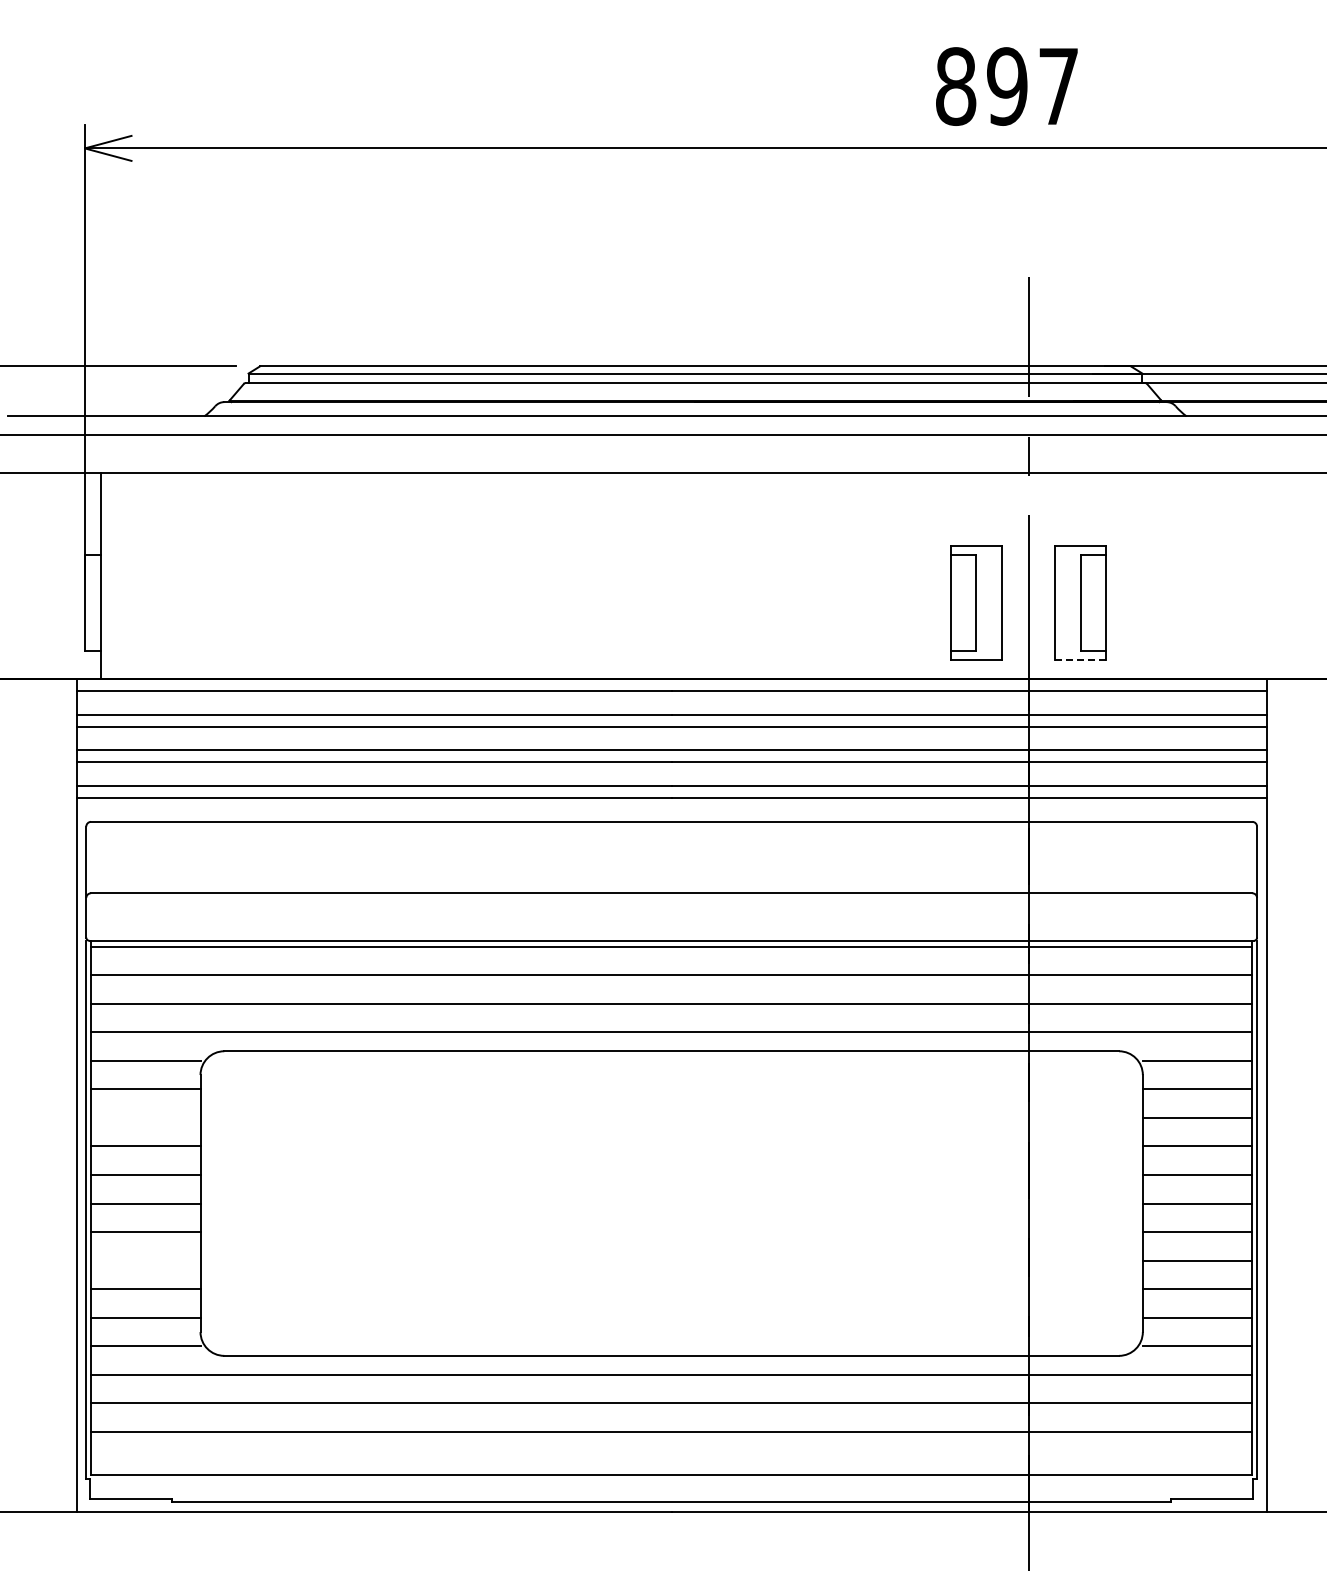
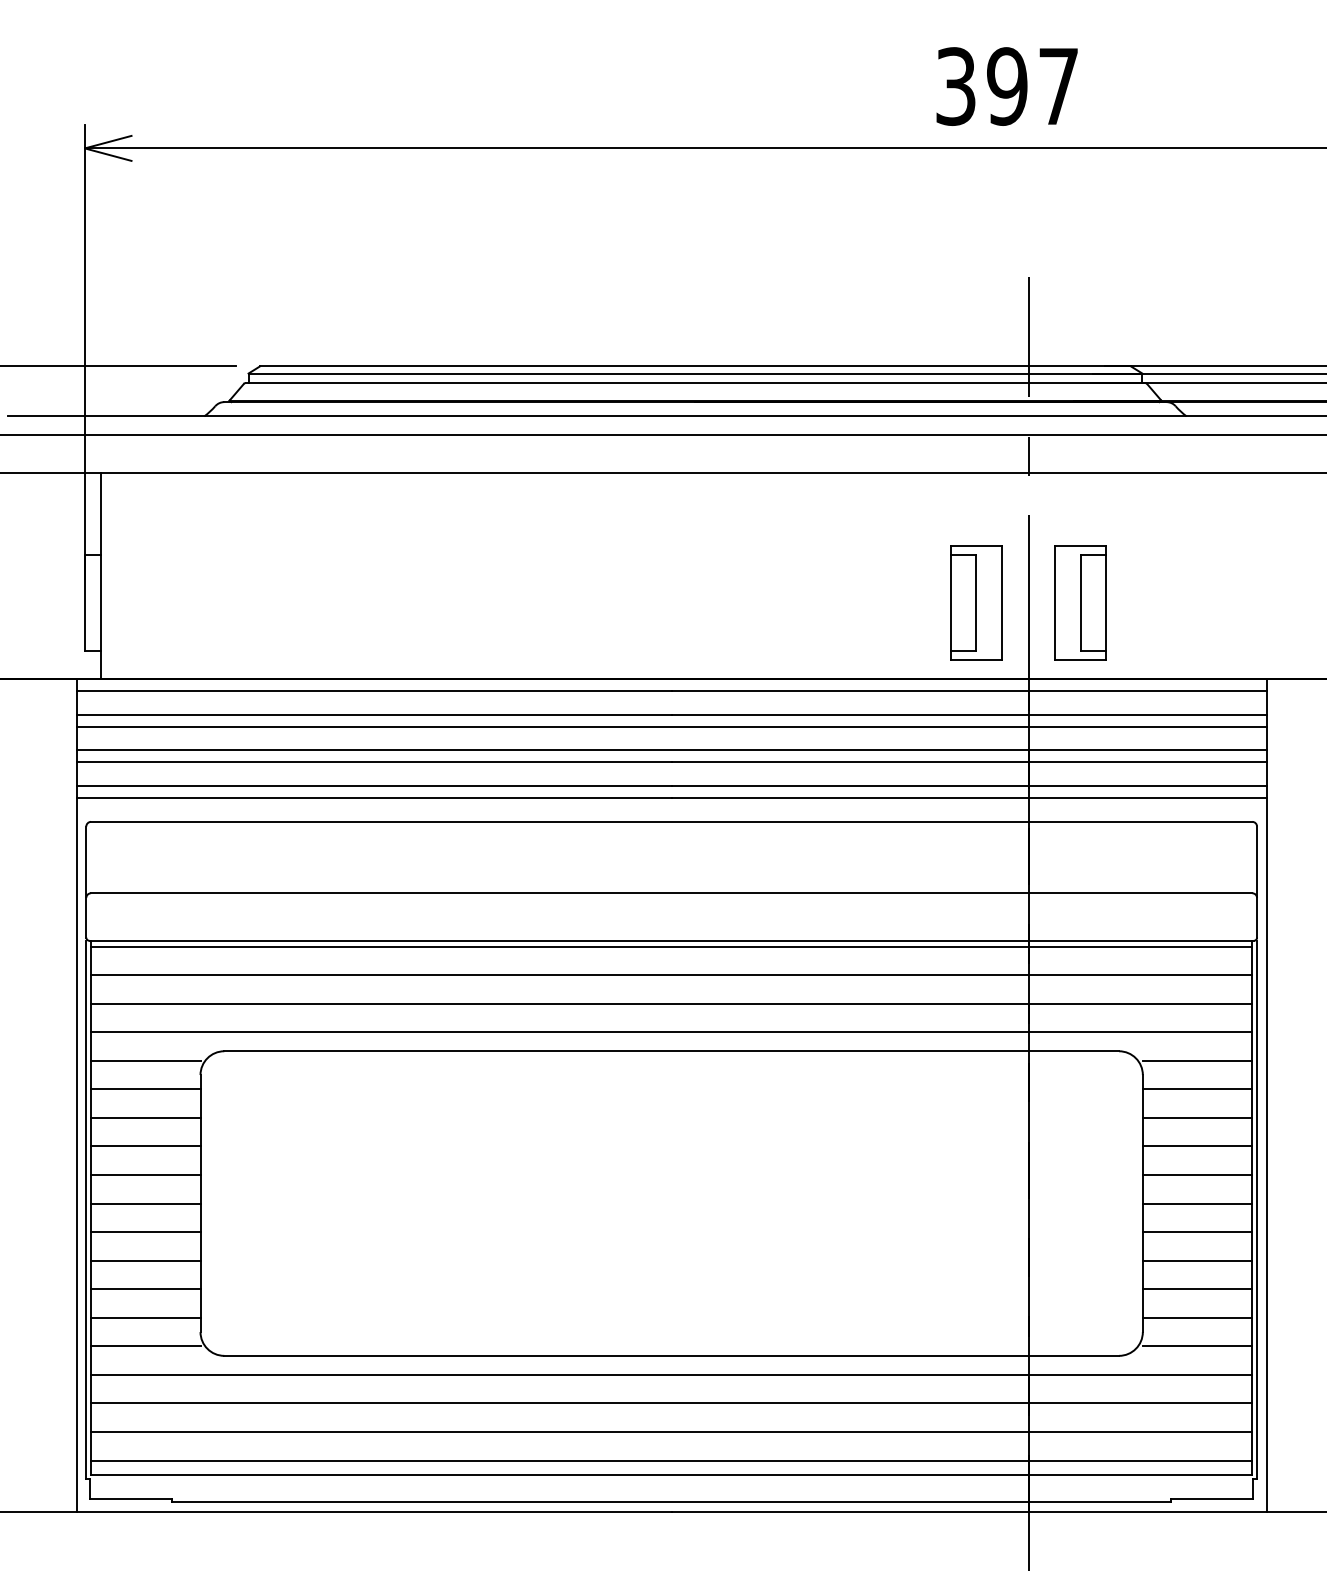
text at (956, 86): 897 -> 397
line at (1080, 660): dashed -> solid
line at (145, 1117): none -> present
line at (145, 1260): none -> present
line at (671, 1460): none -> present
